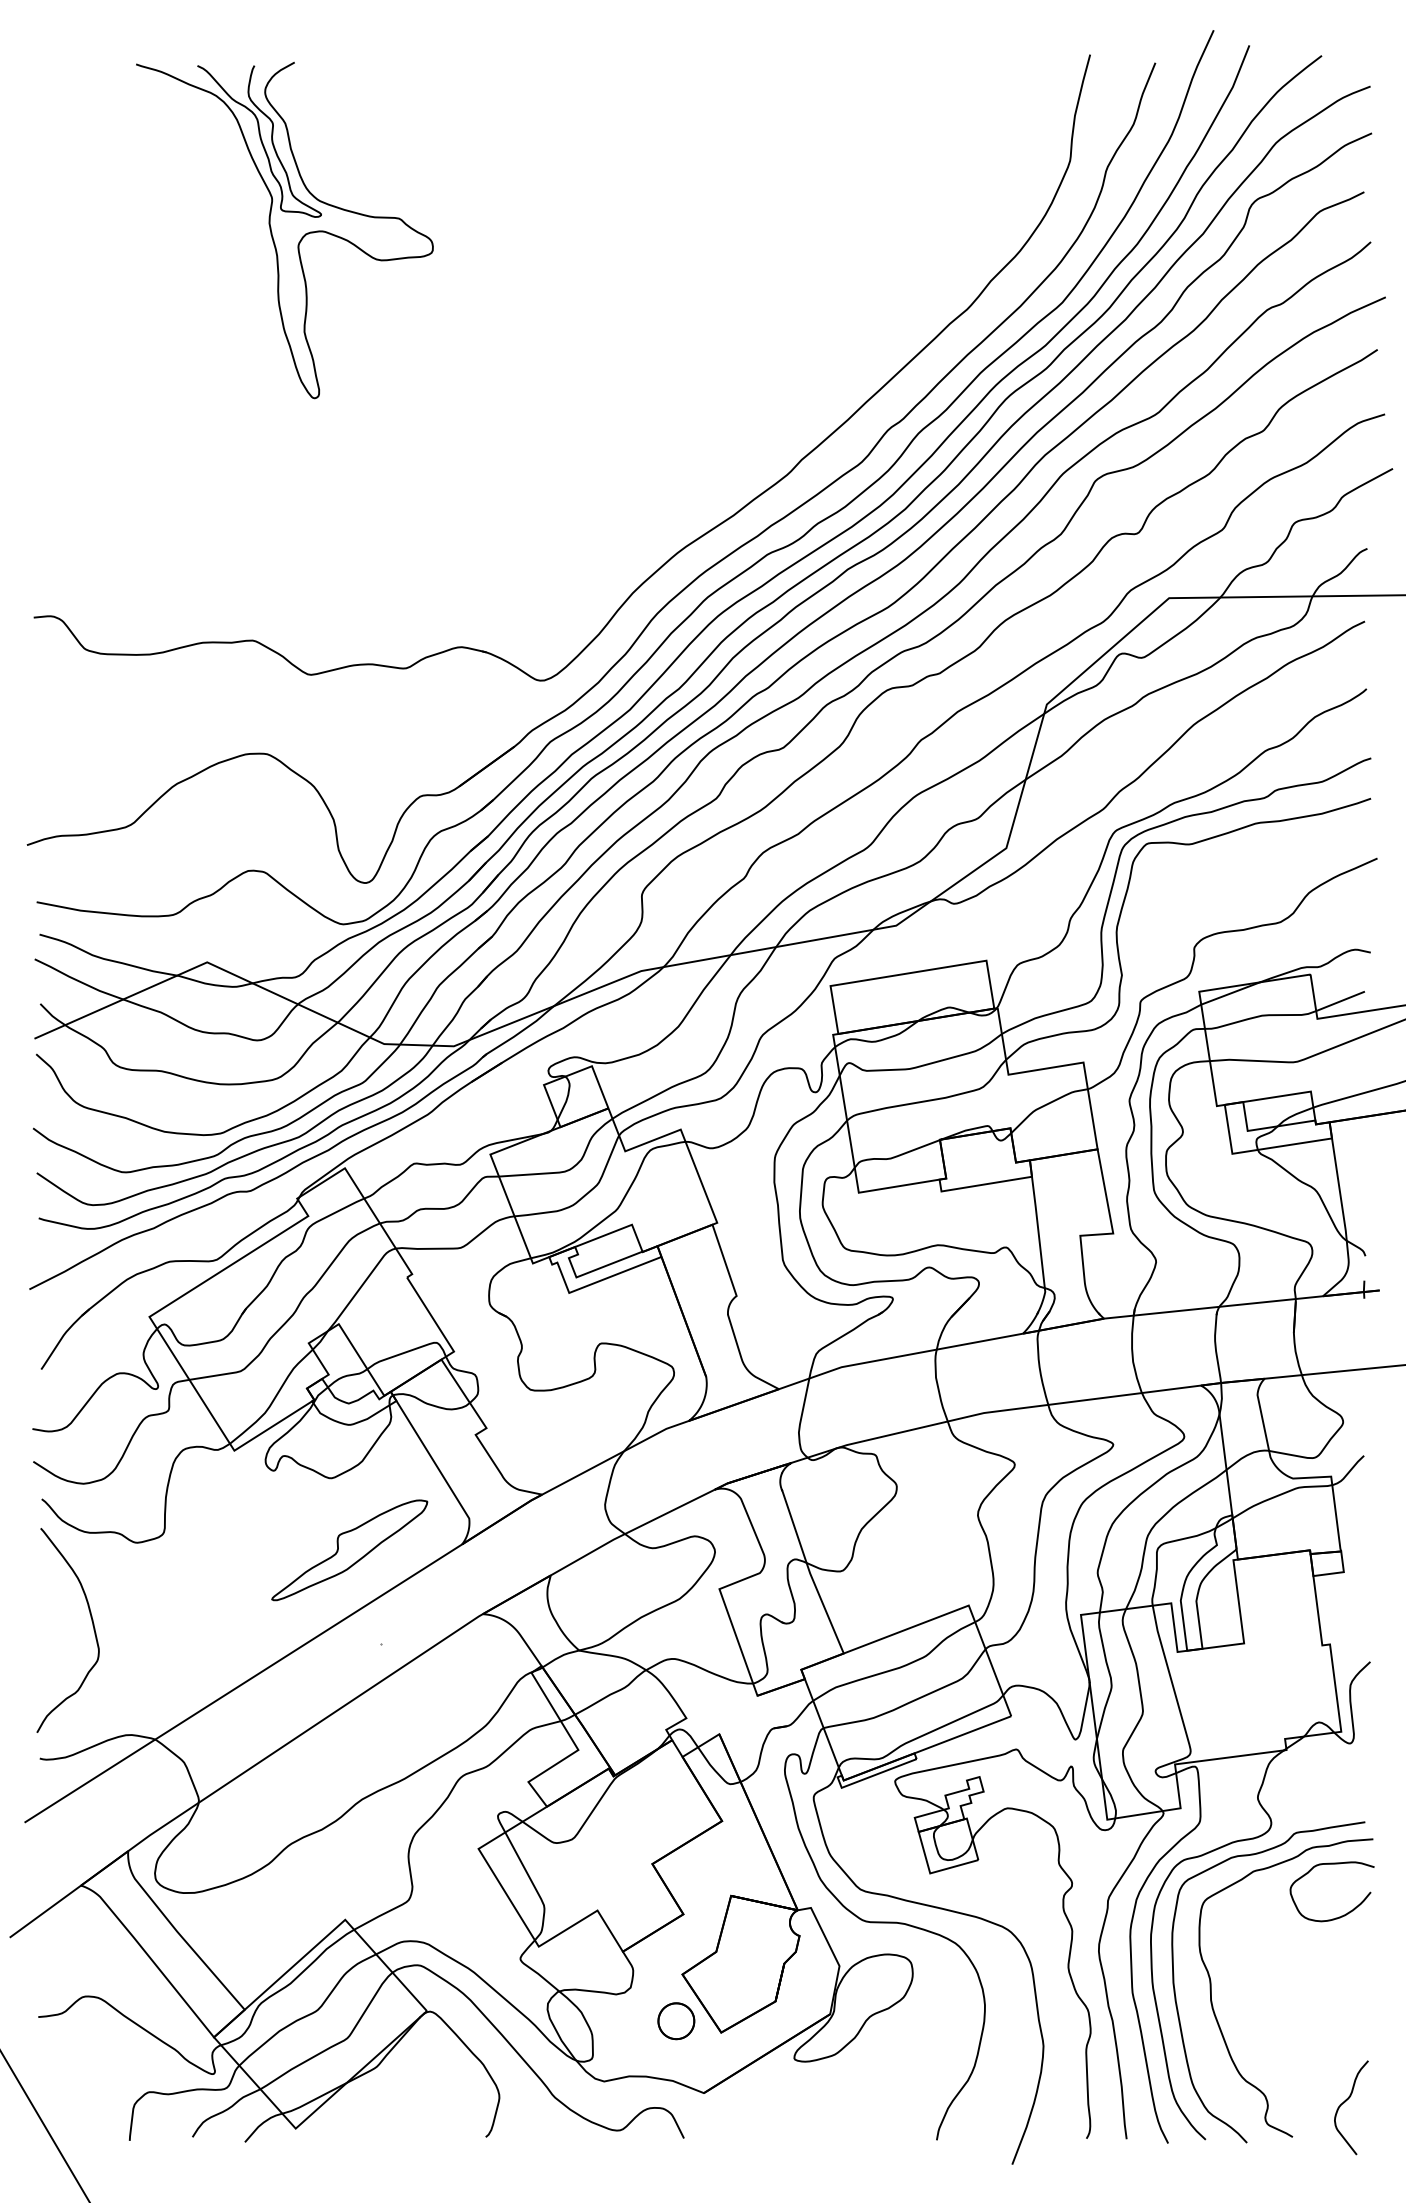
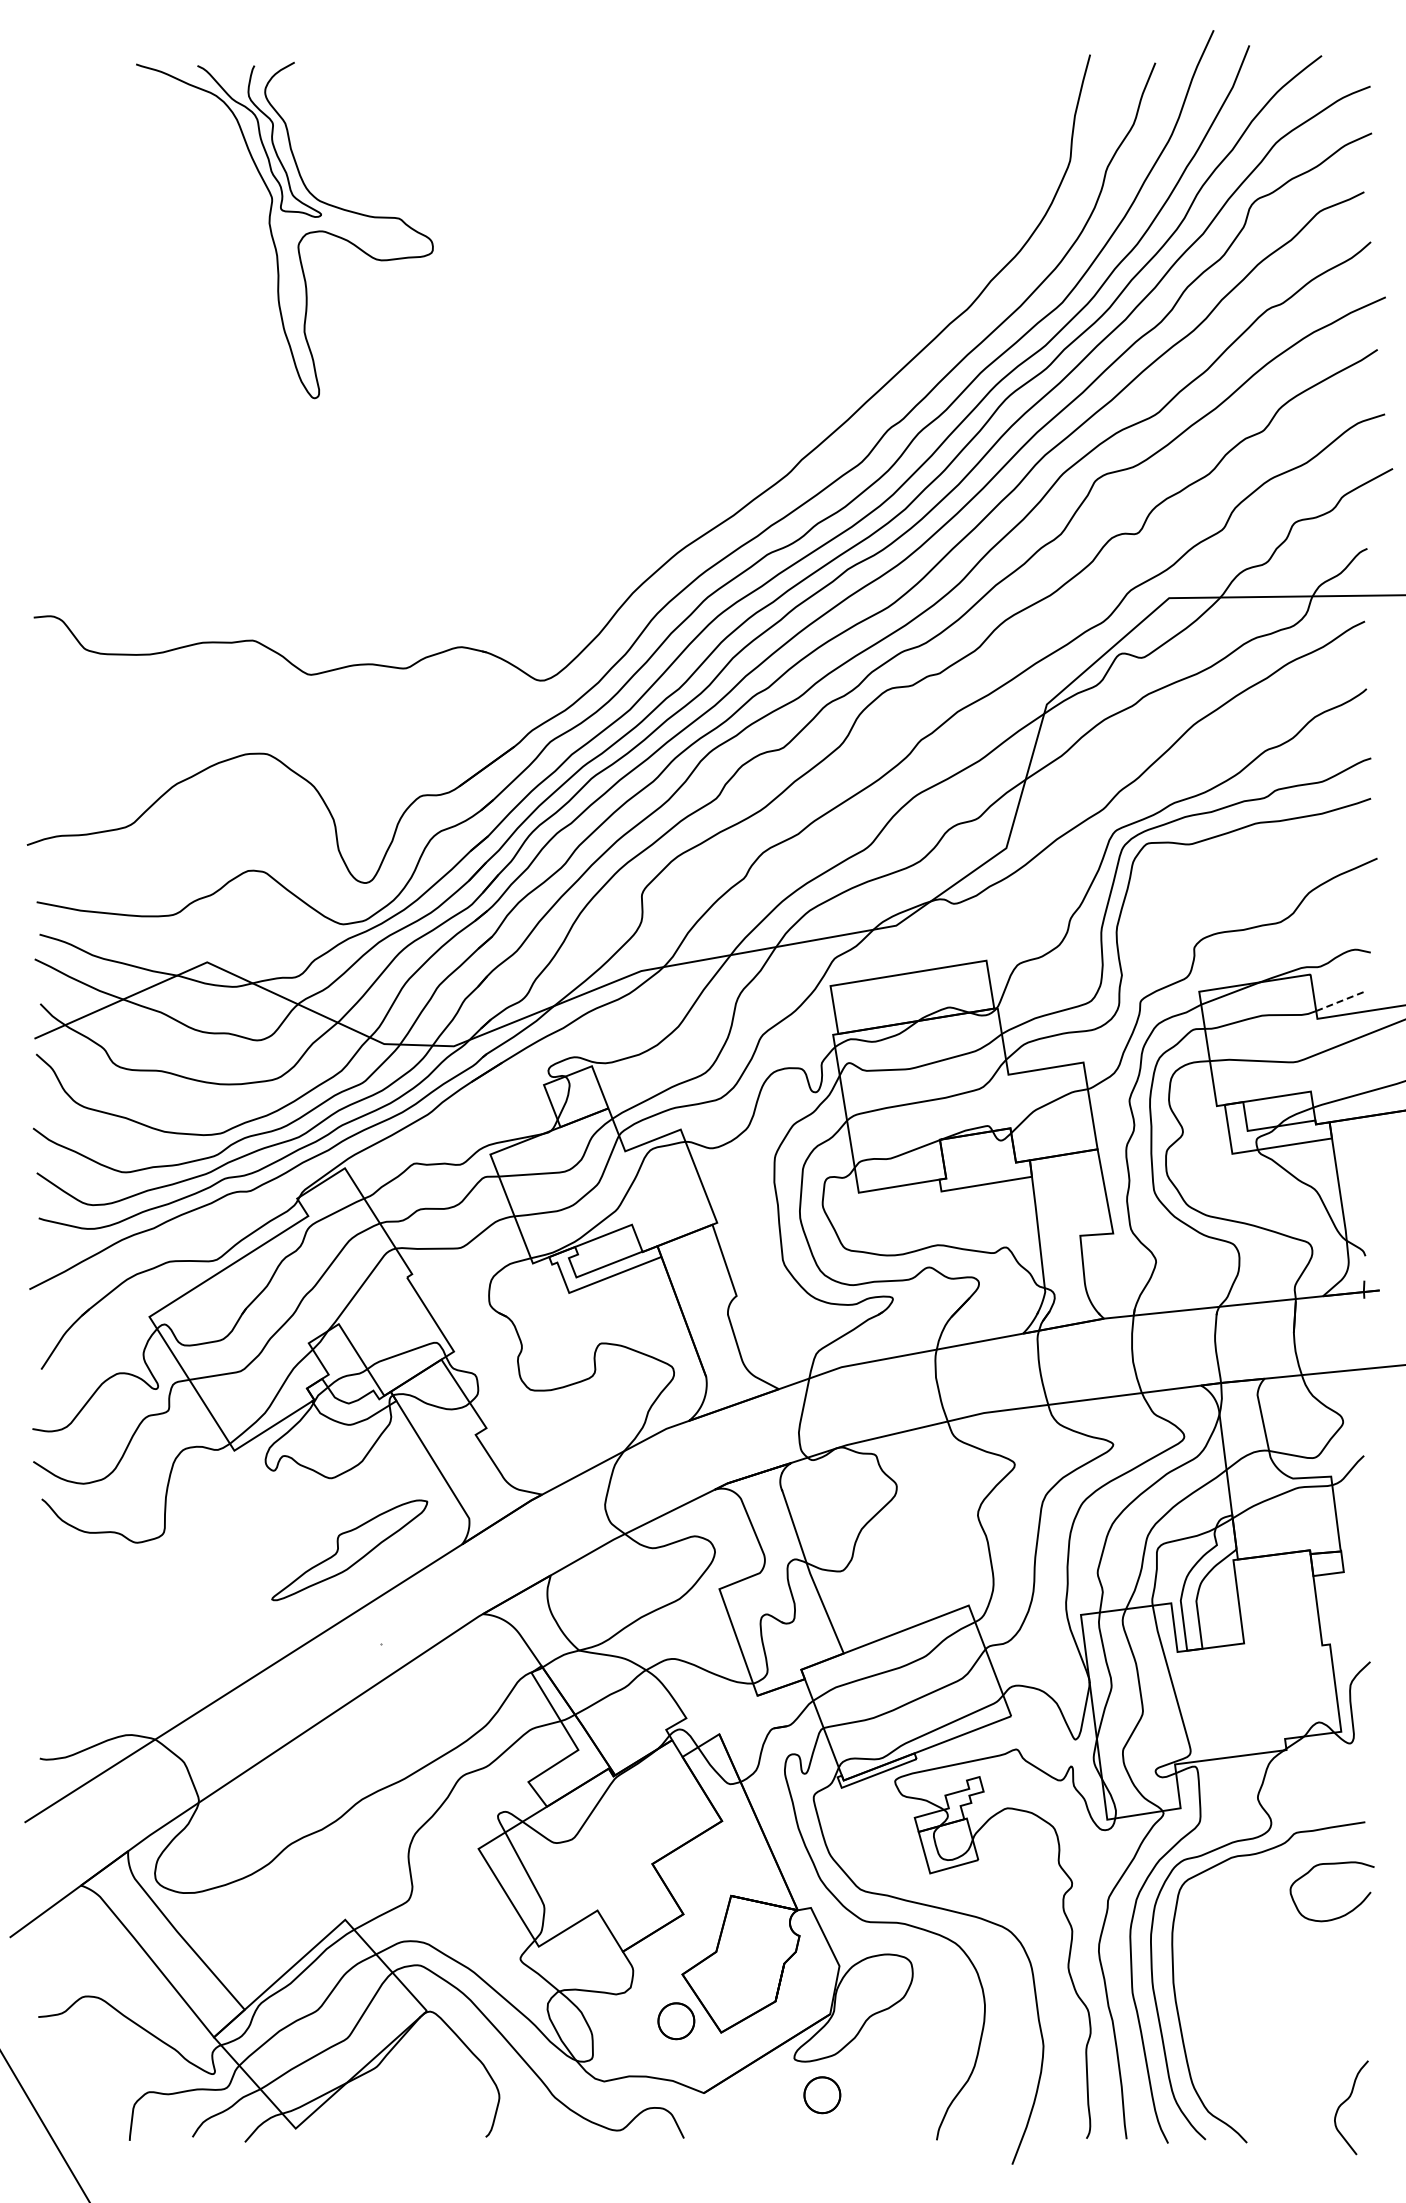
line at (1341, 1001): solid -> dashed
curve at (92, 1625): present -> none
curve at (1211, 1987): present -> none
part at (822, 2095): none -> present
